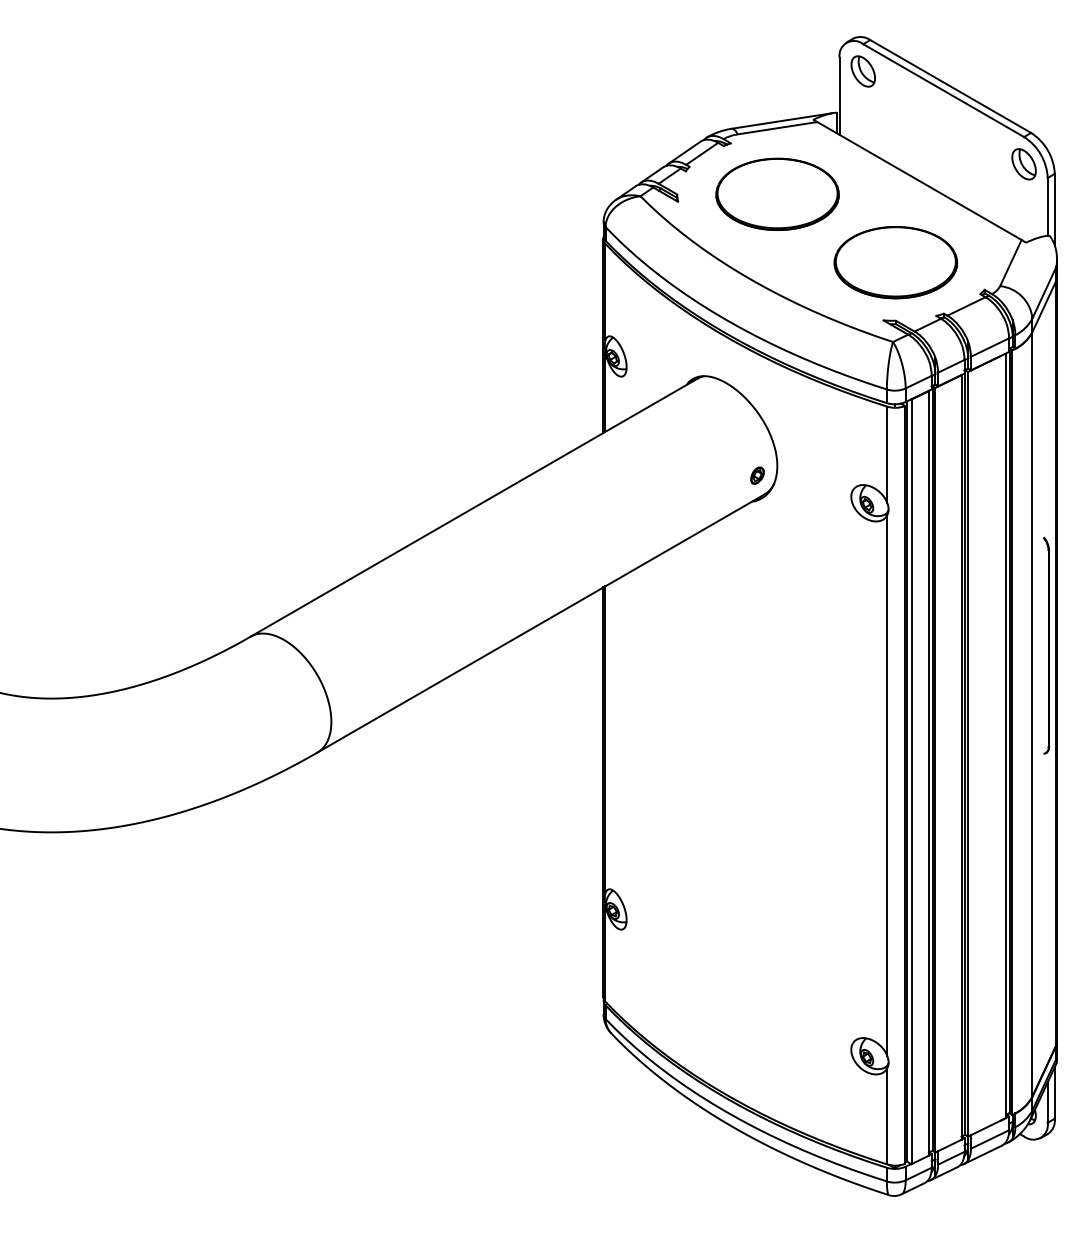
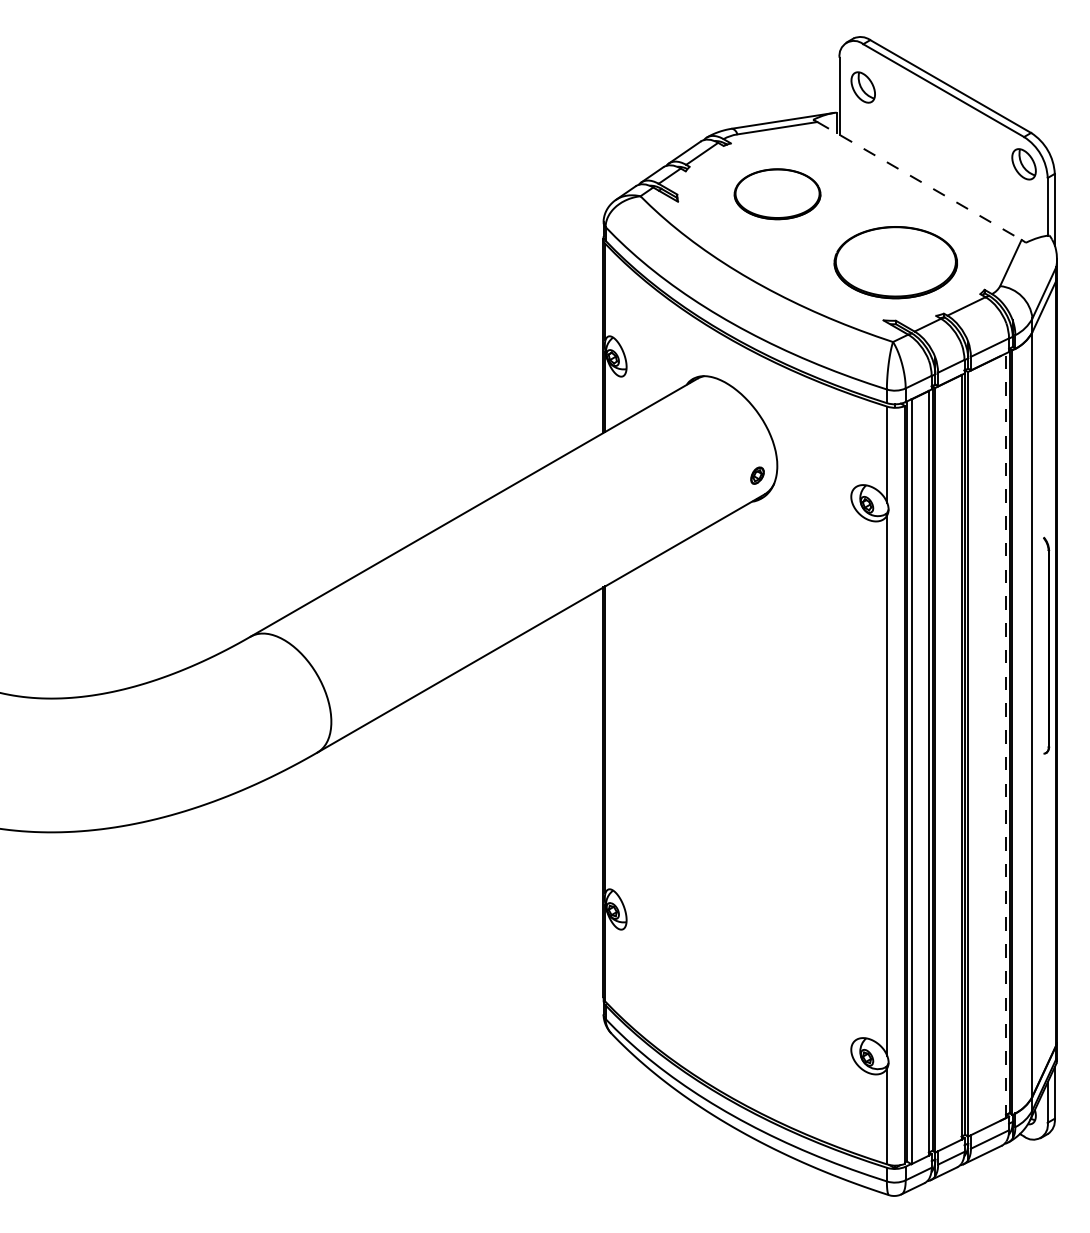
part at (862, 71) position: (862, 71) -> (862, 87)
line at (919, 181): solid -> dashed
part at (777, 193) size: 125x74 px -> 89x53 px
line at (1005, 735): solid -> dashed
